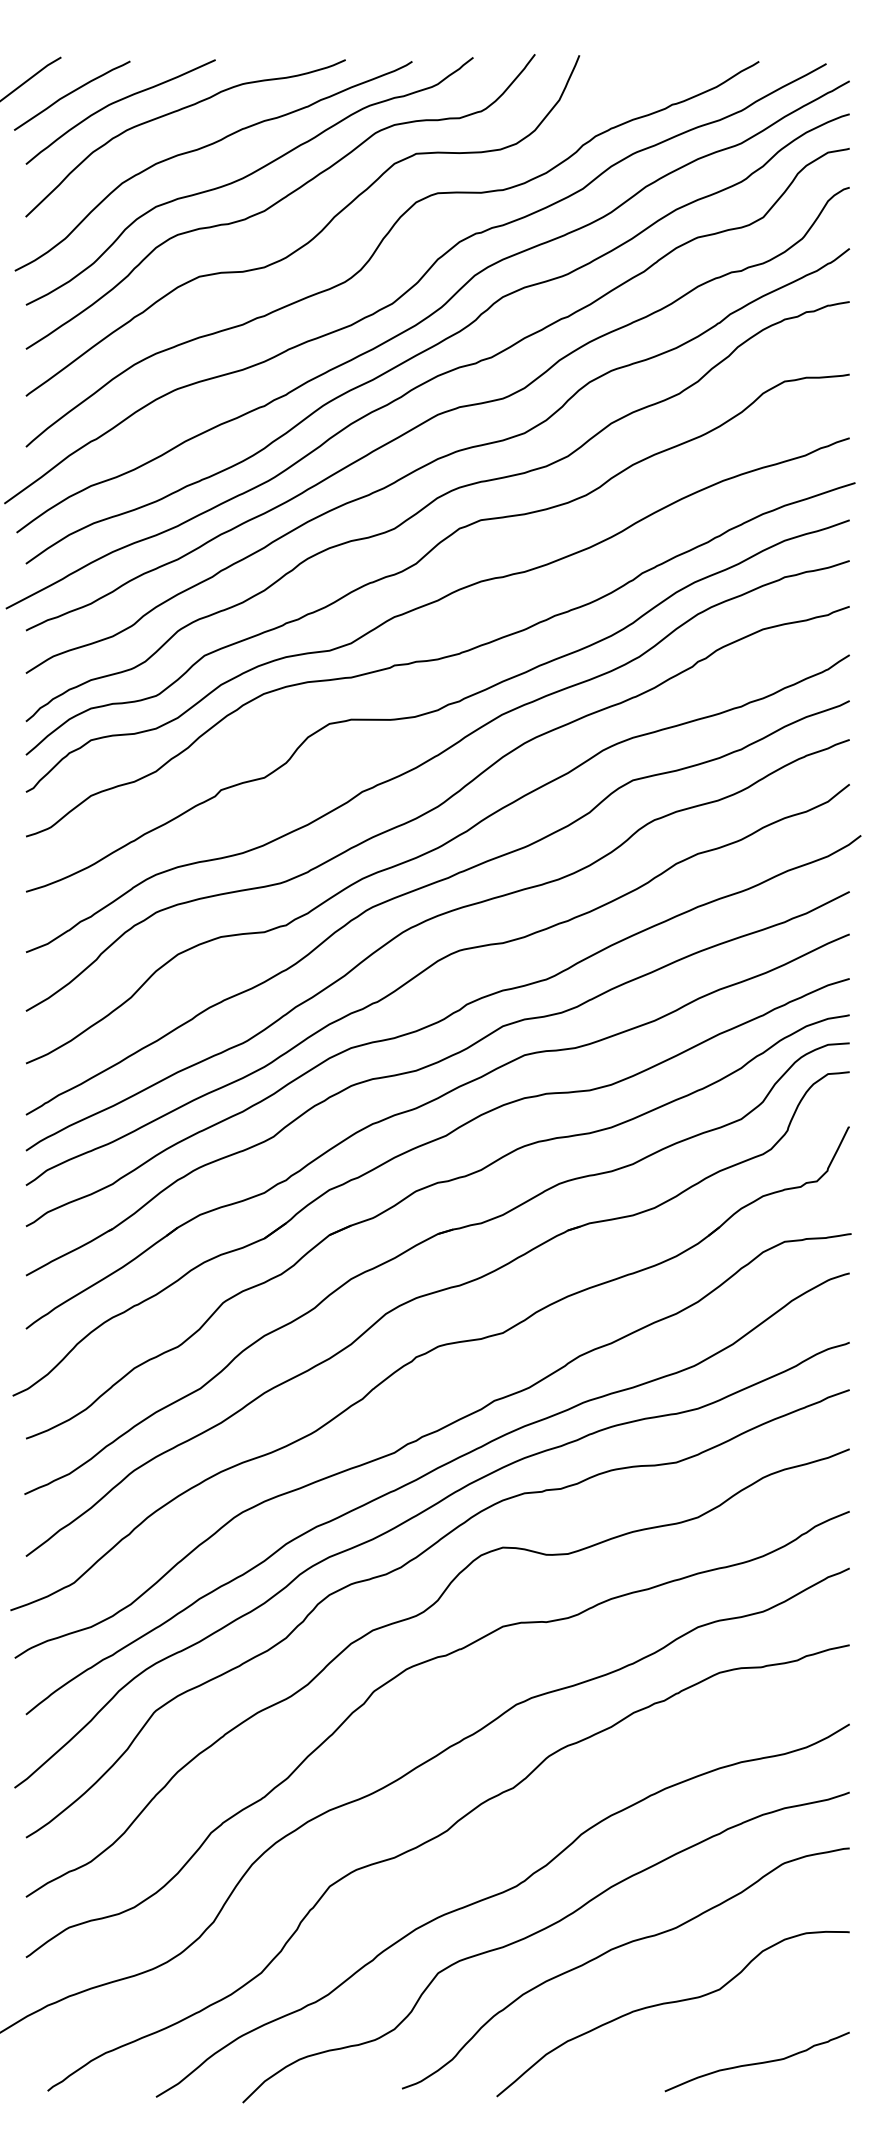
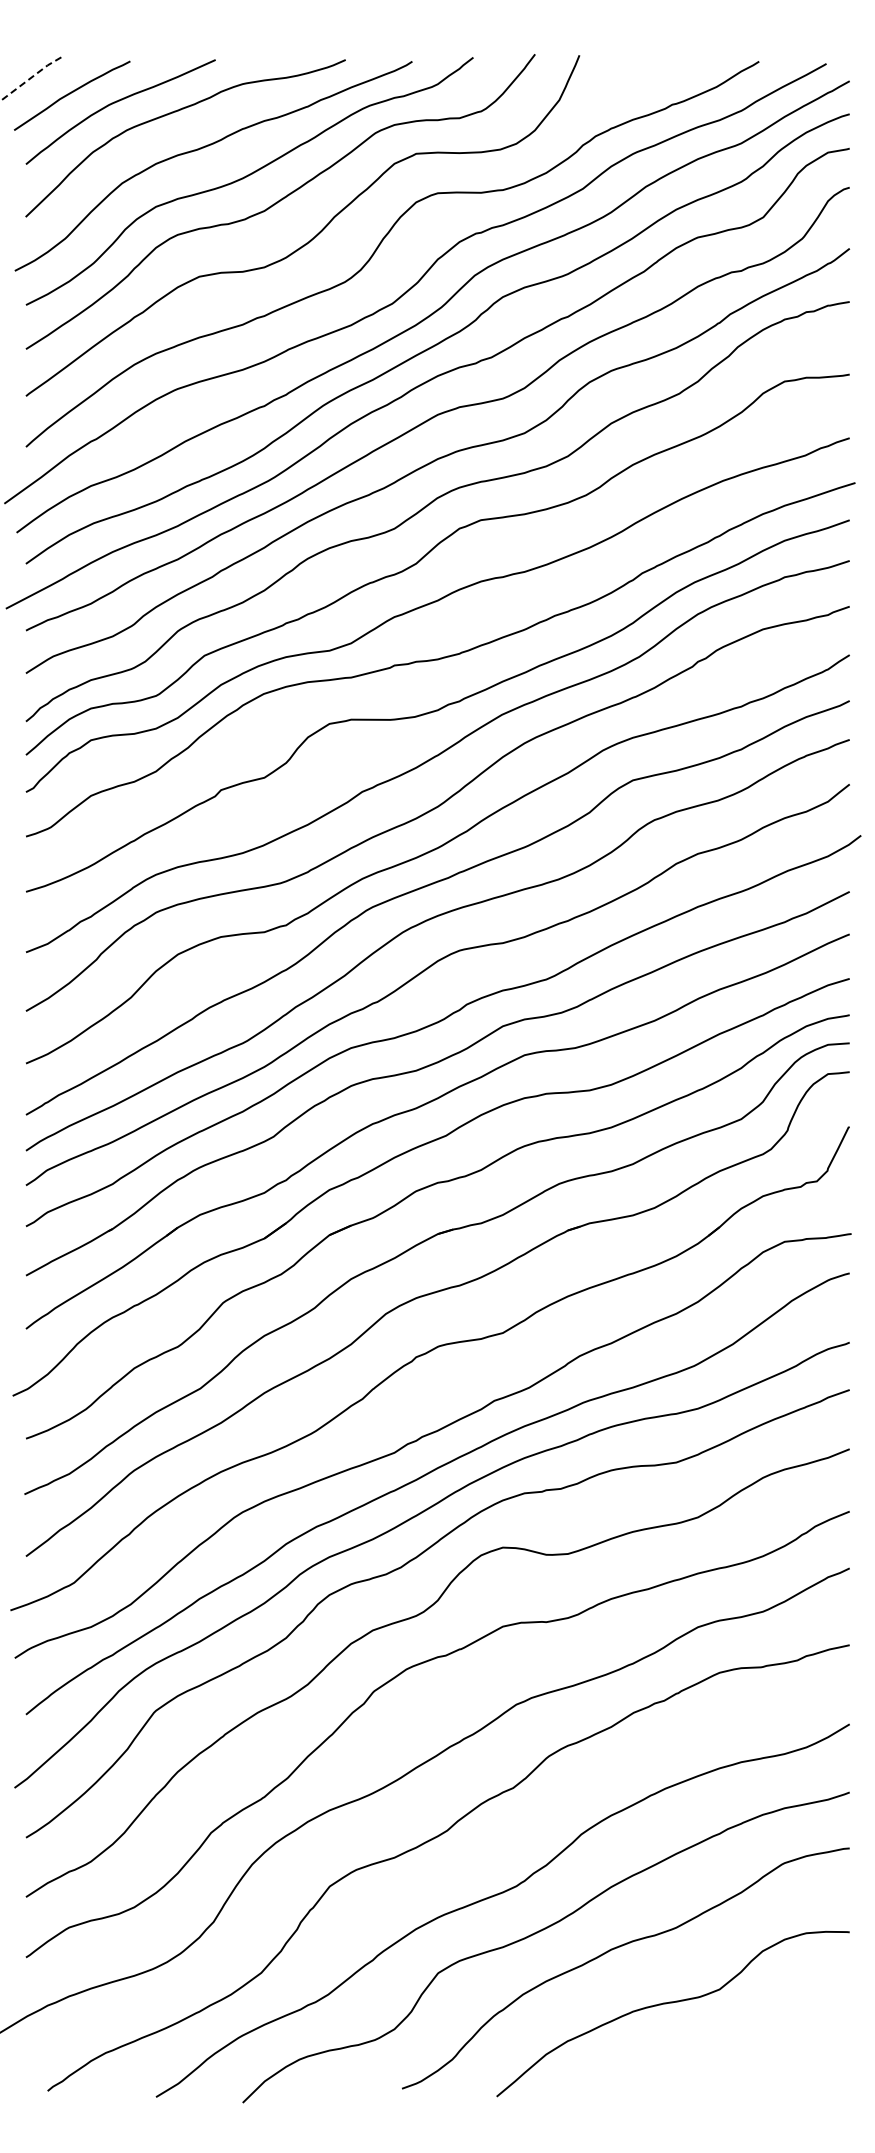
line at (30, 78): solid -> dashed
curve at (756, 2062): present -> none
